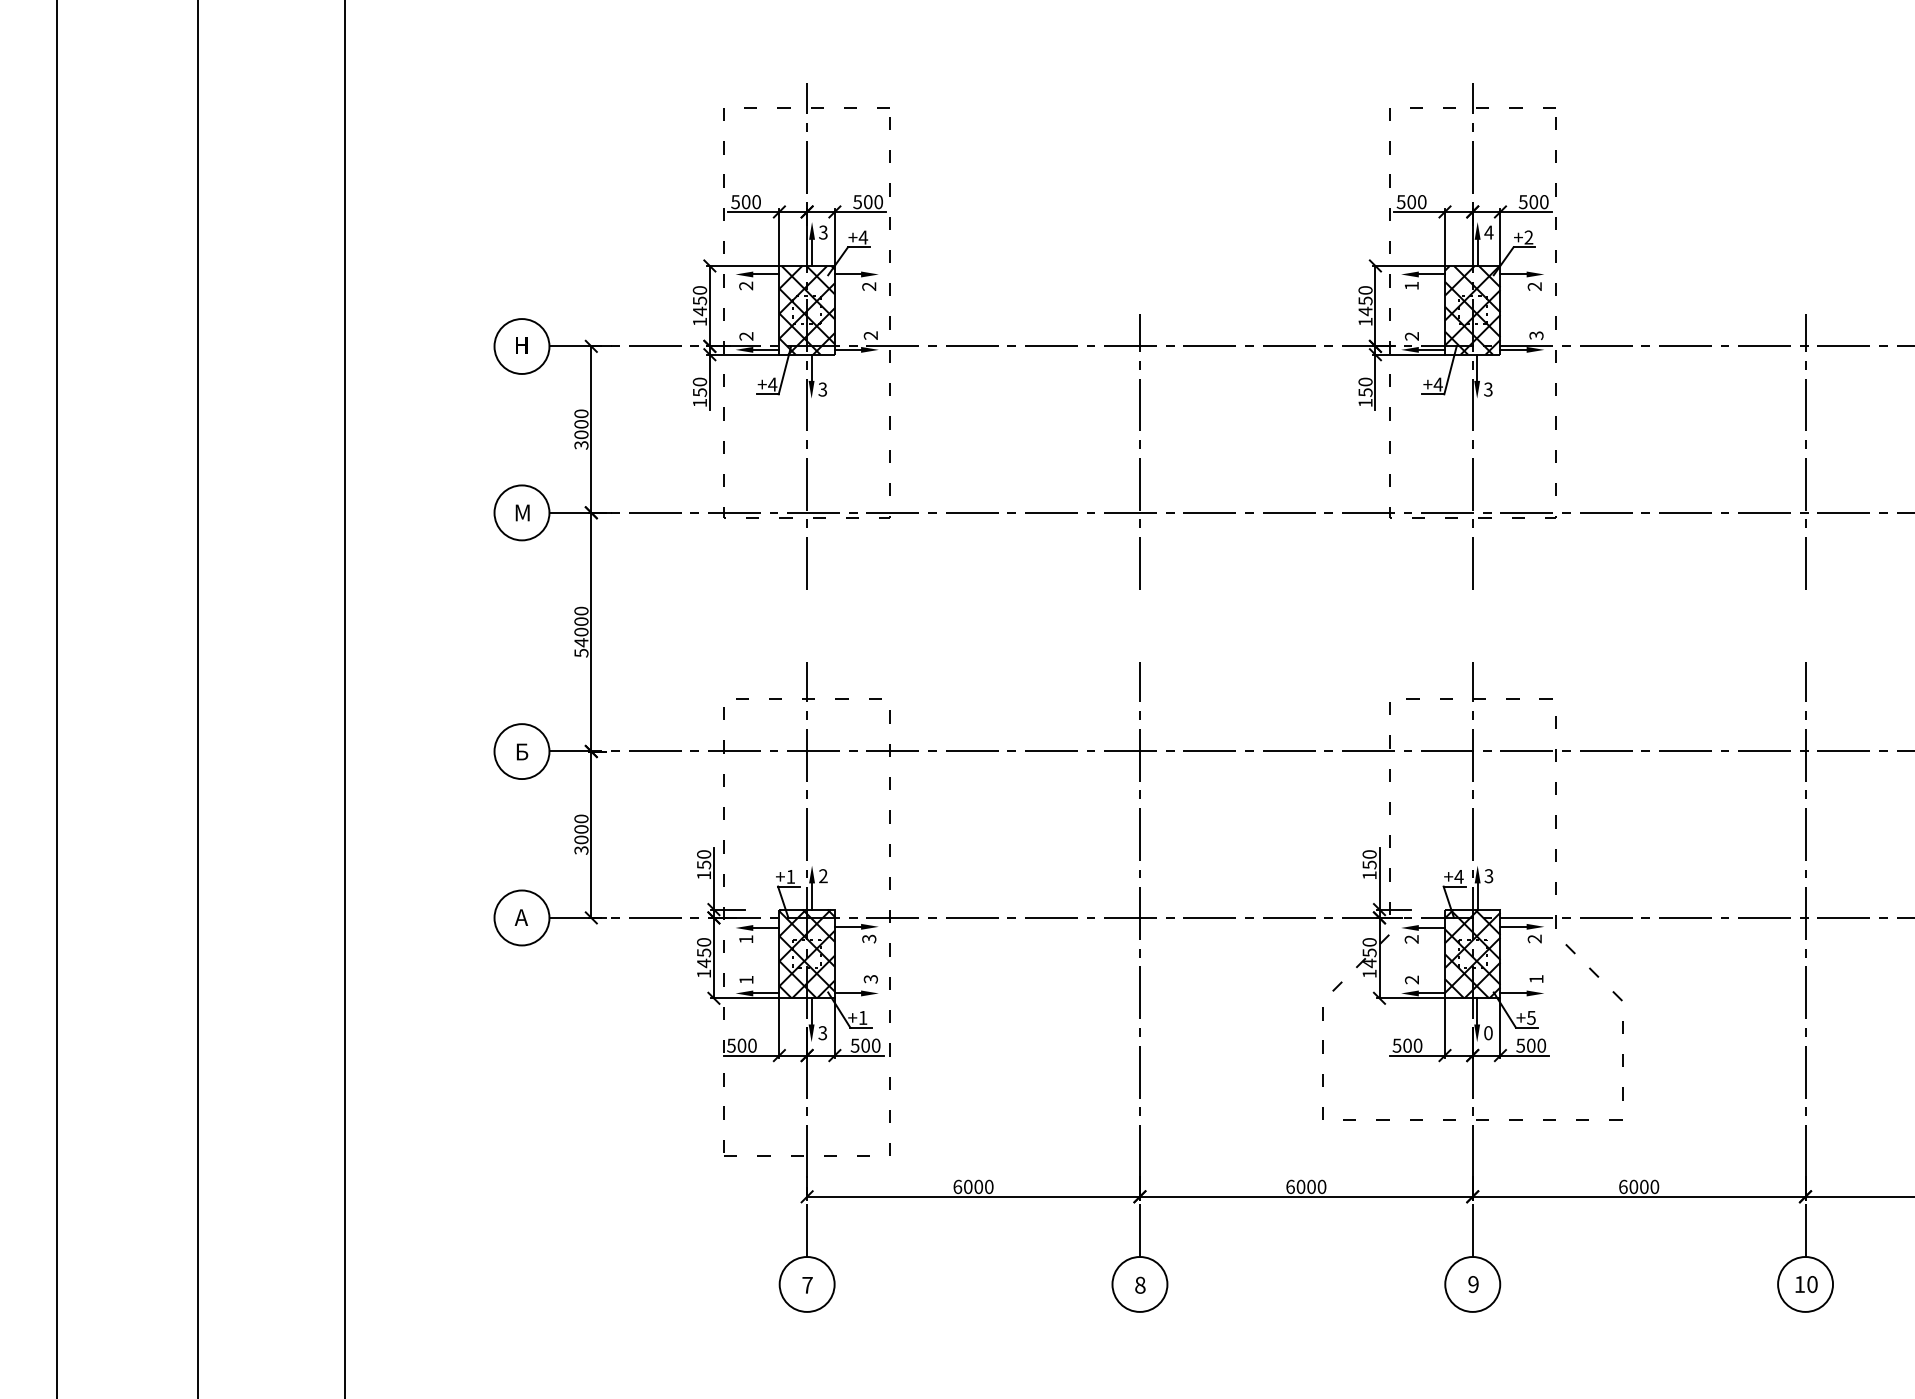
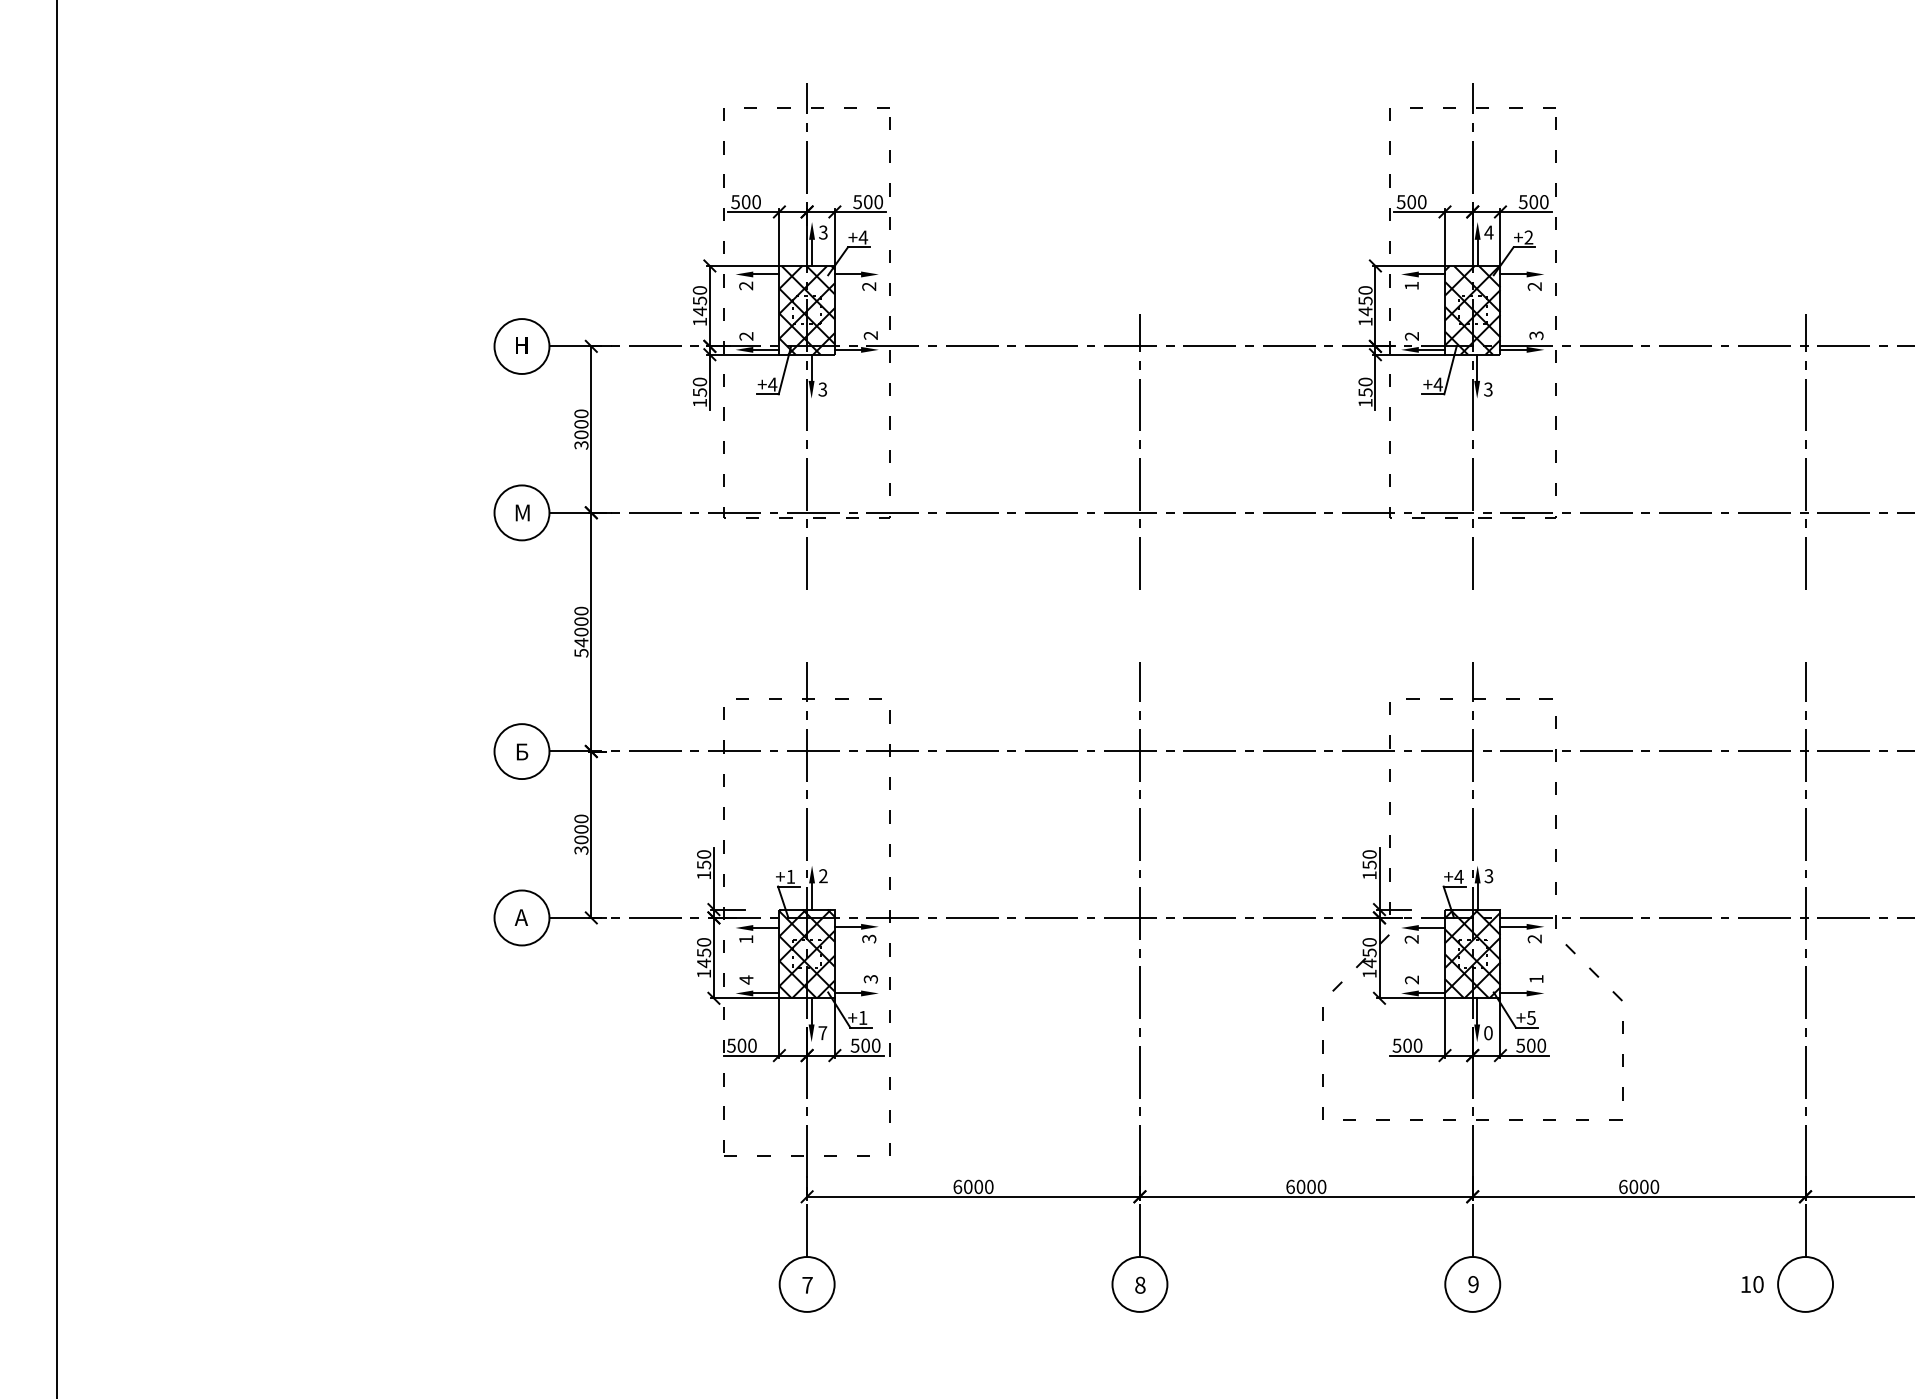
line at (198, 698): present -> none
line at (344, 698): present -> none
text at (746, 979): 1 -> 4
text at (822, 1033): 3 -> 7
text at (1806, 1284) position: (1806, 1284) -> (1752, 1284)
